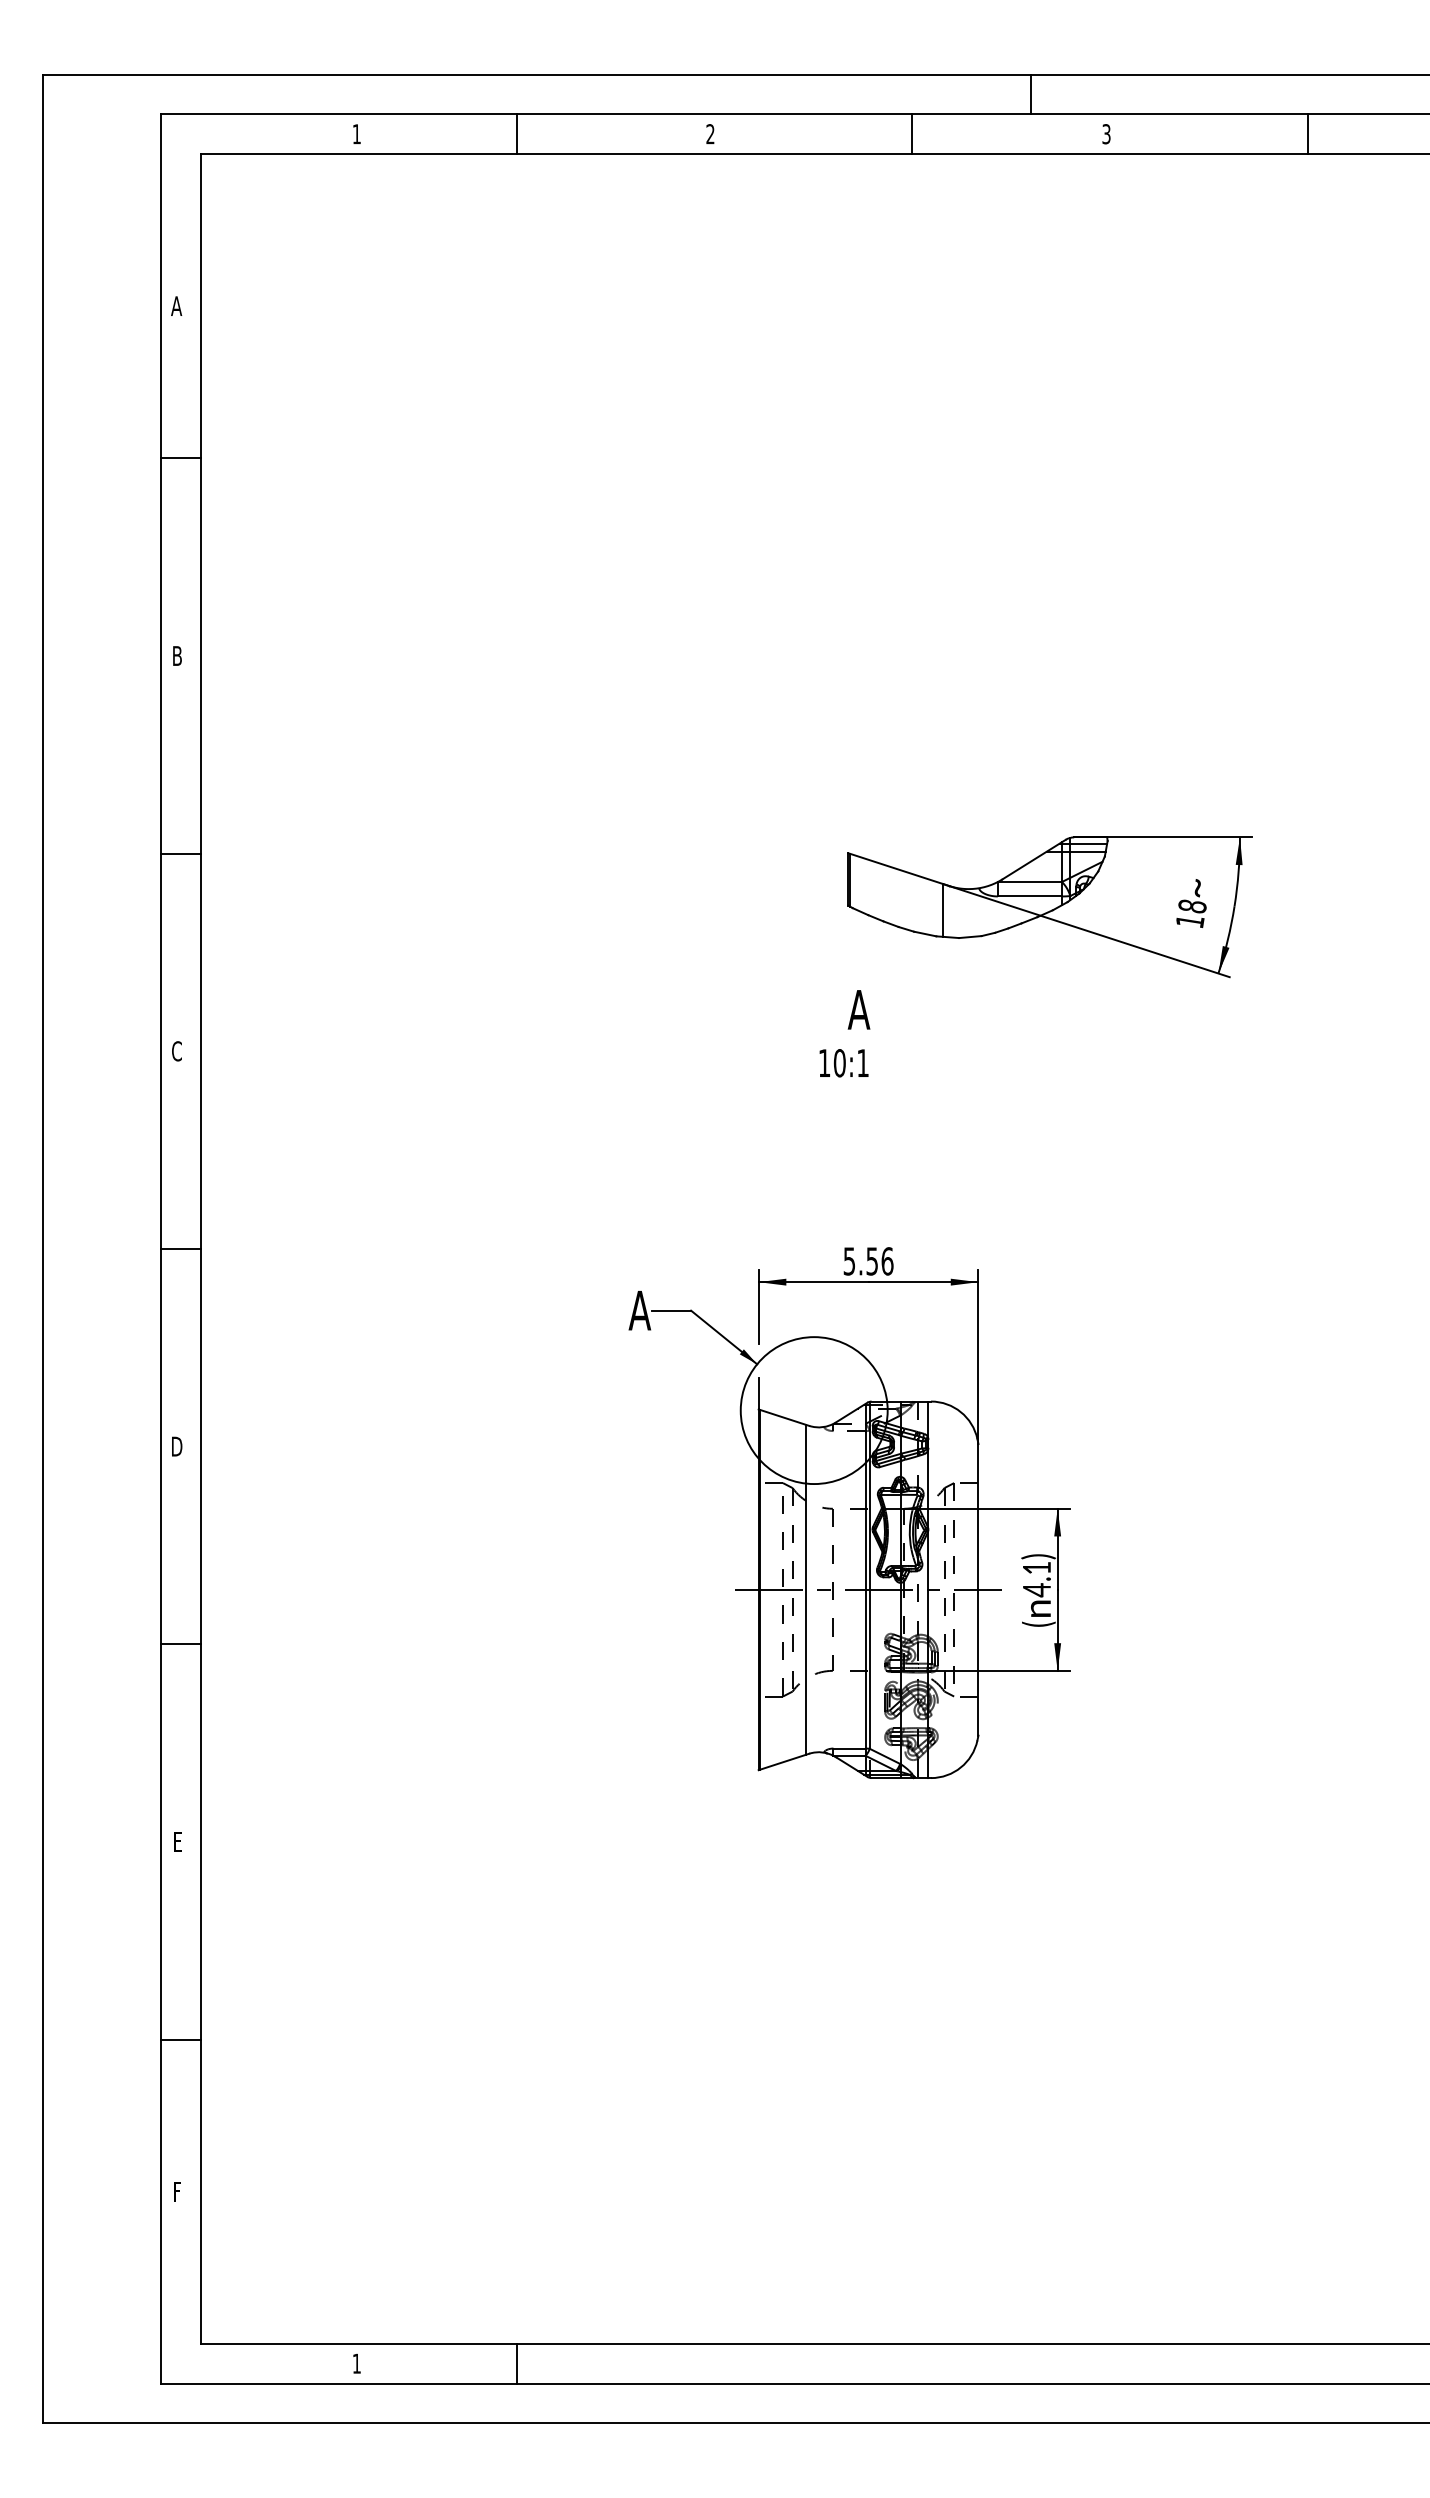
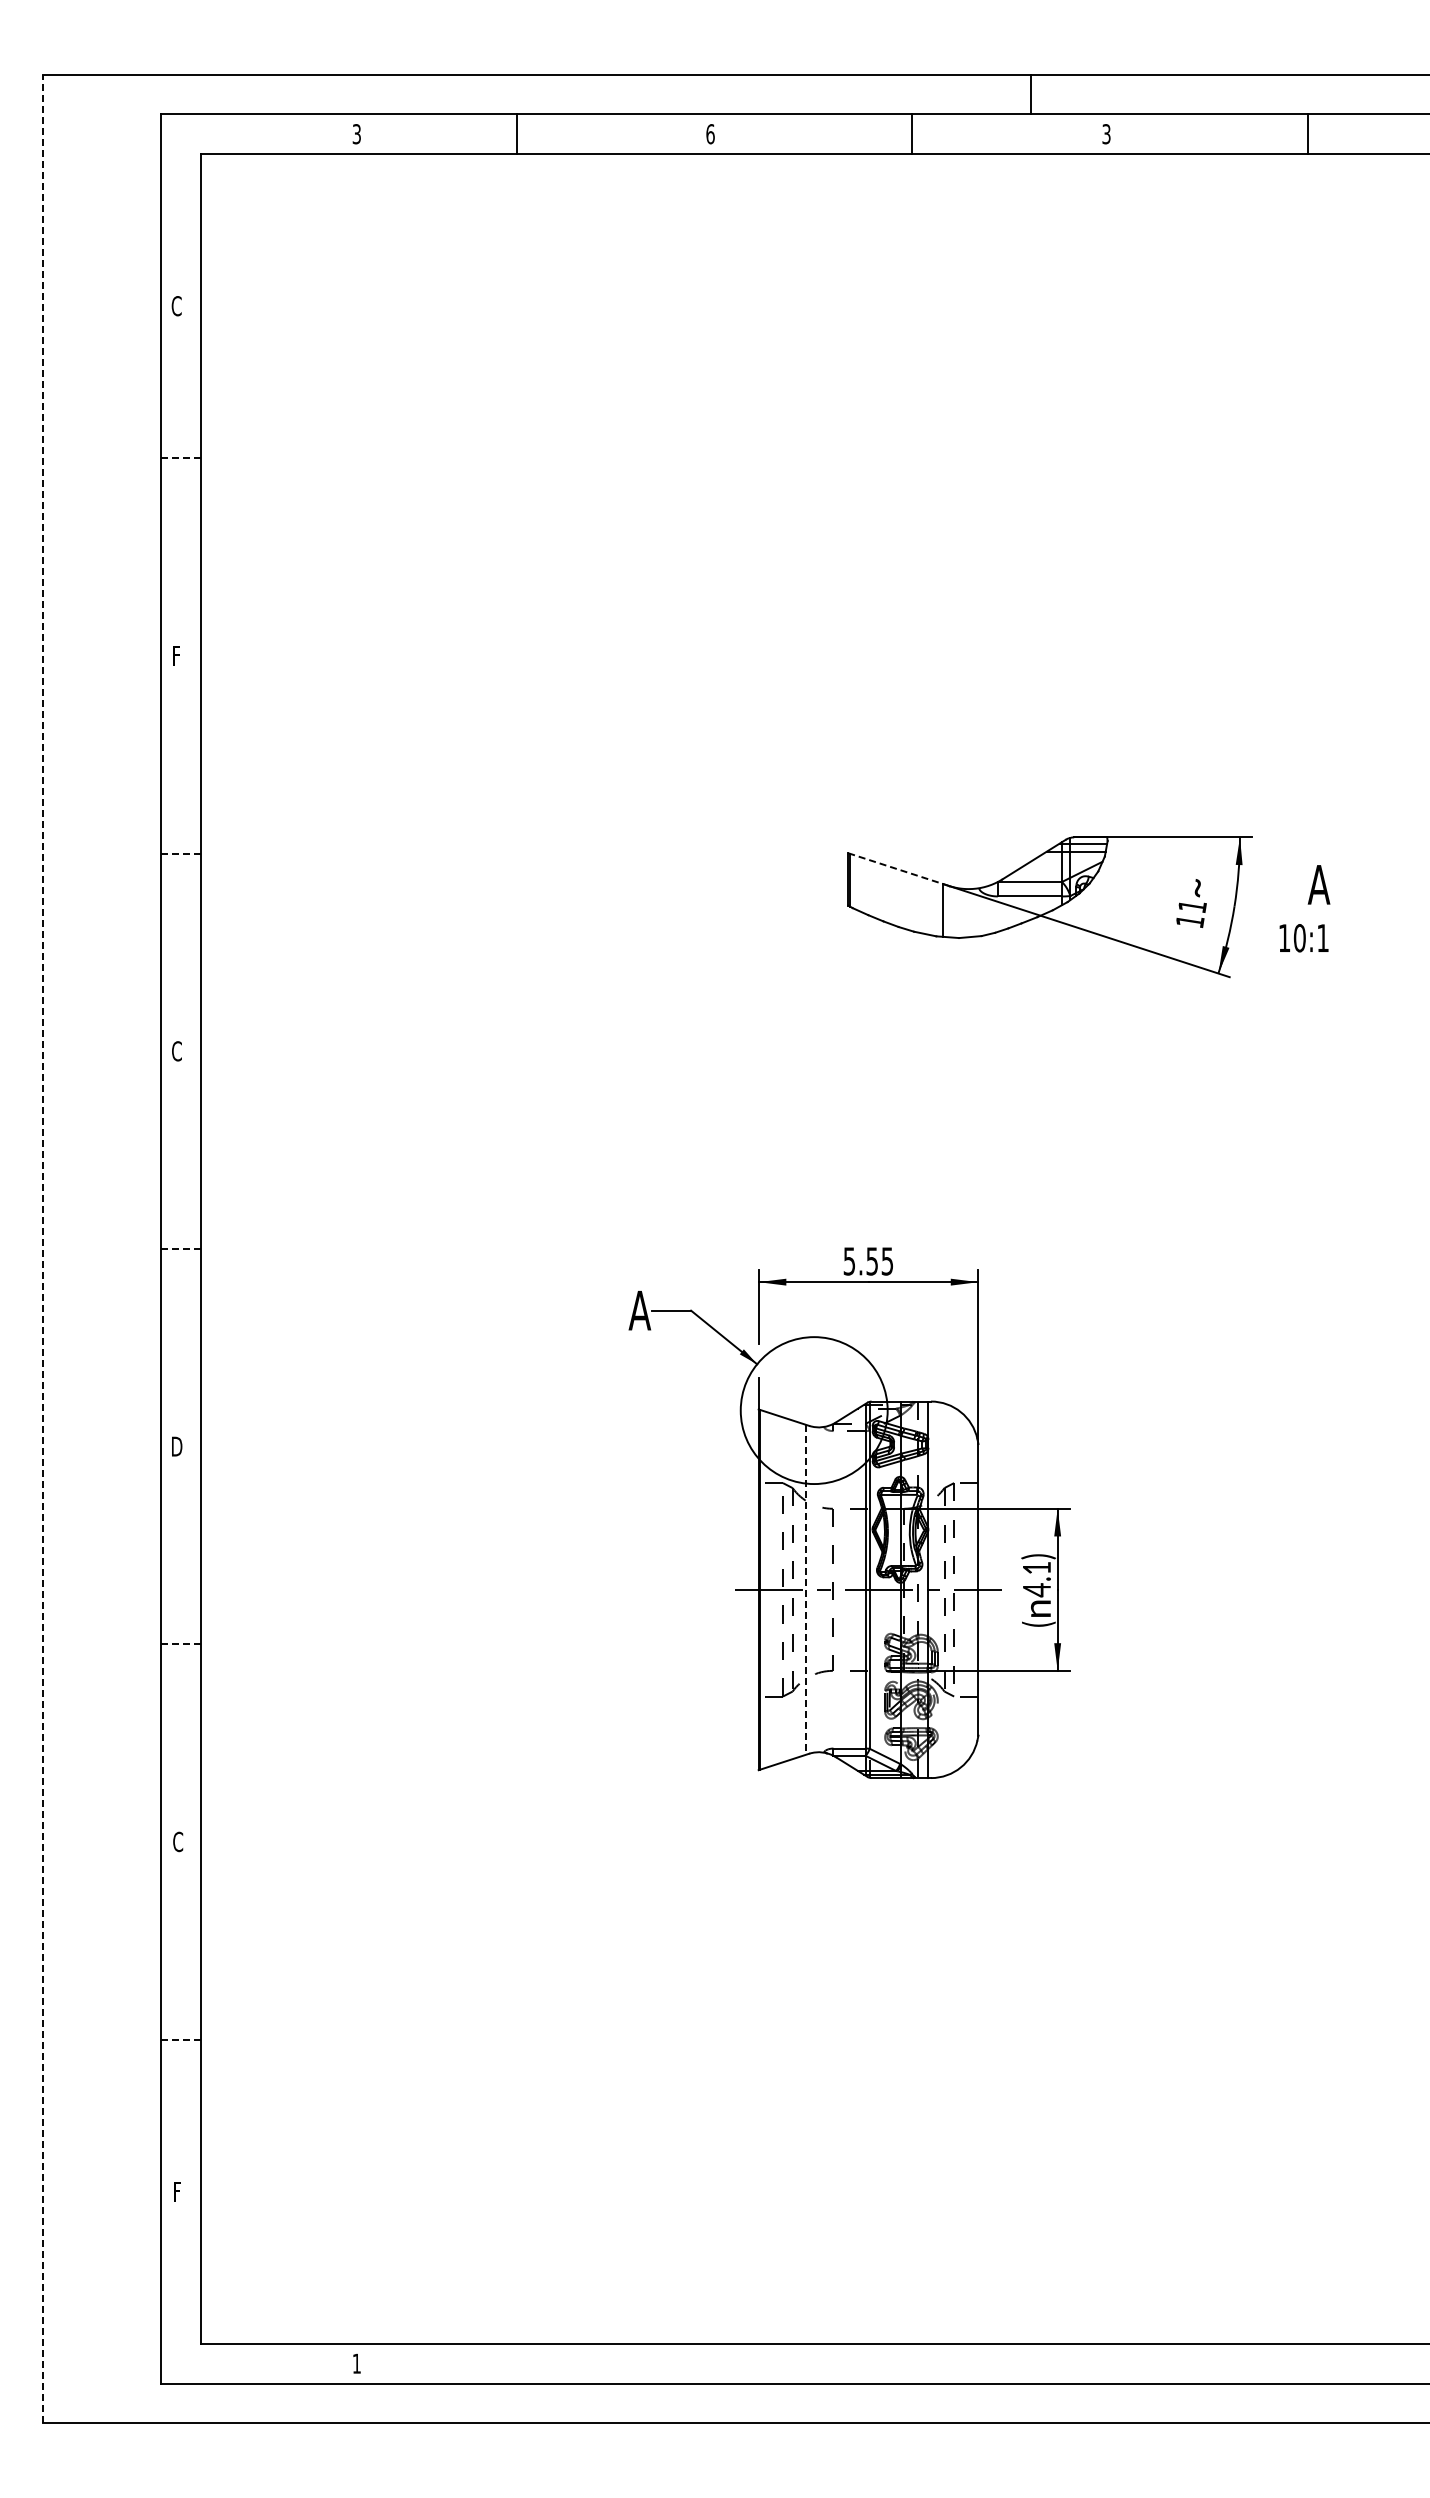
text at (356, 134): 1 -> 3
text at (710, 134): 2 -> 6
text at (176, 306): A -> C
line at (181, 458): solid -> dashed
text at (177, 655): B -> F
line at (181, 853): solid -> dashed
line at (899, 869): solid -> dashed
text at (1192, 906): 18 -> 11
text at (844, 1033) position: (844, 1033) -> (1304, 908)
line at (42, 1248): solid -> dashed
line at (181, 1249): solid -> dashed
text at (887, 1261): 5.56 -> 5.55
line at (806, 1589): solid -> dashed
line at (181, 1644): solid -> dashed
text at (178, 1841): E -> C
line at (181, 2039): solid -> dashed
line at (517, 2363): present -> none
